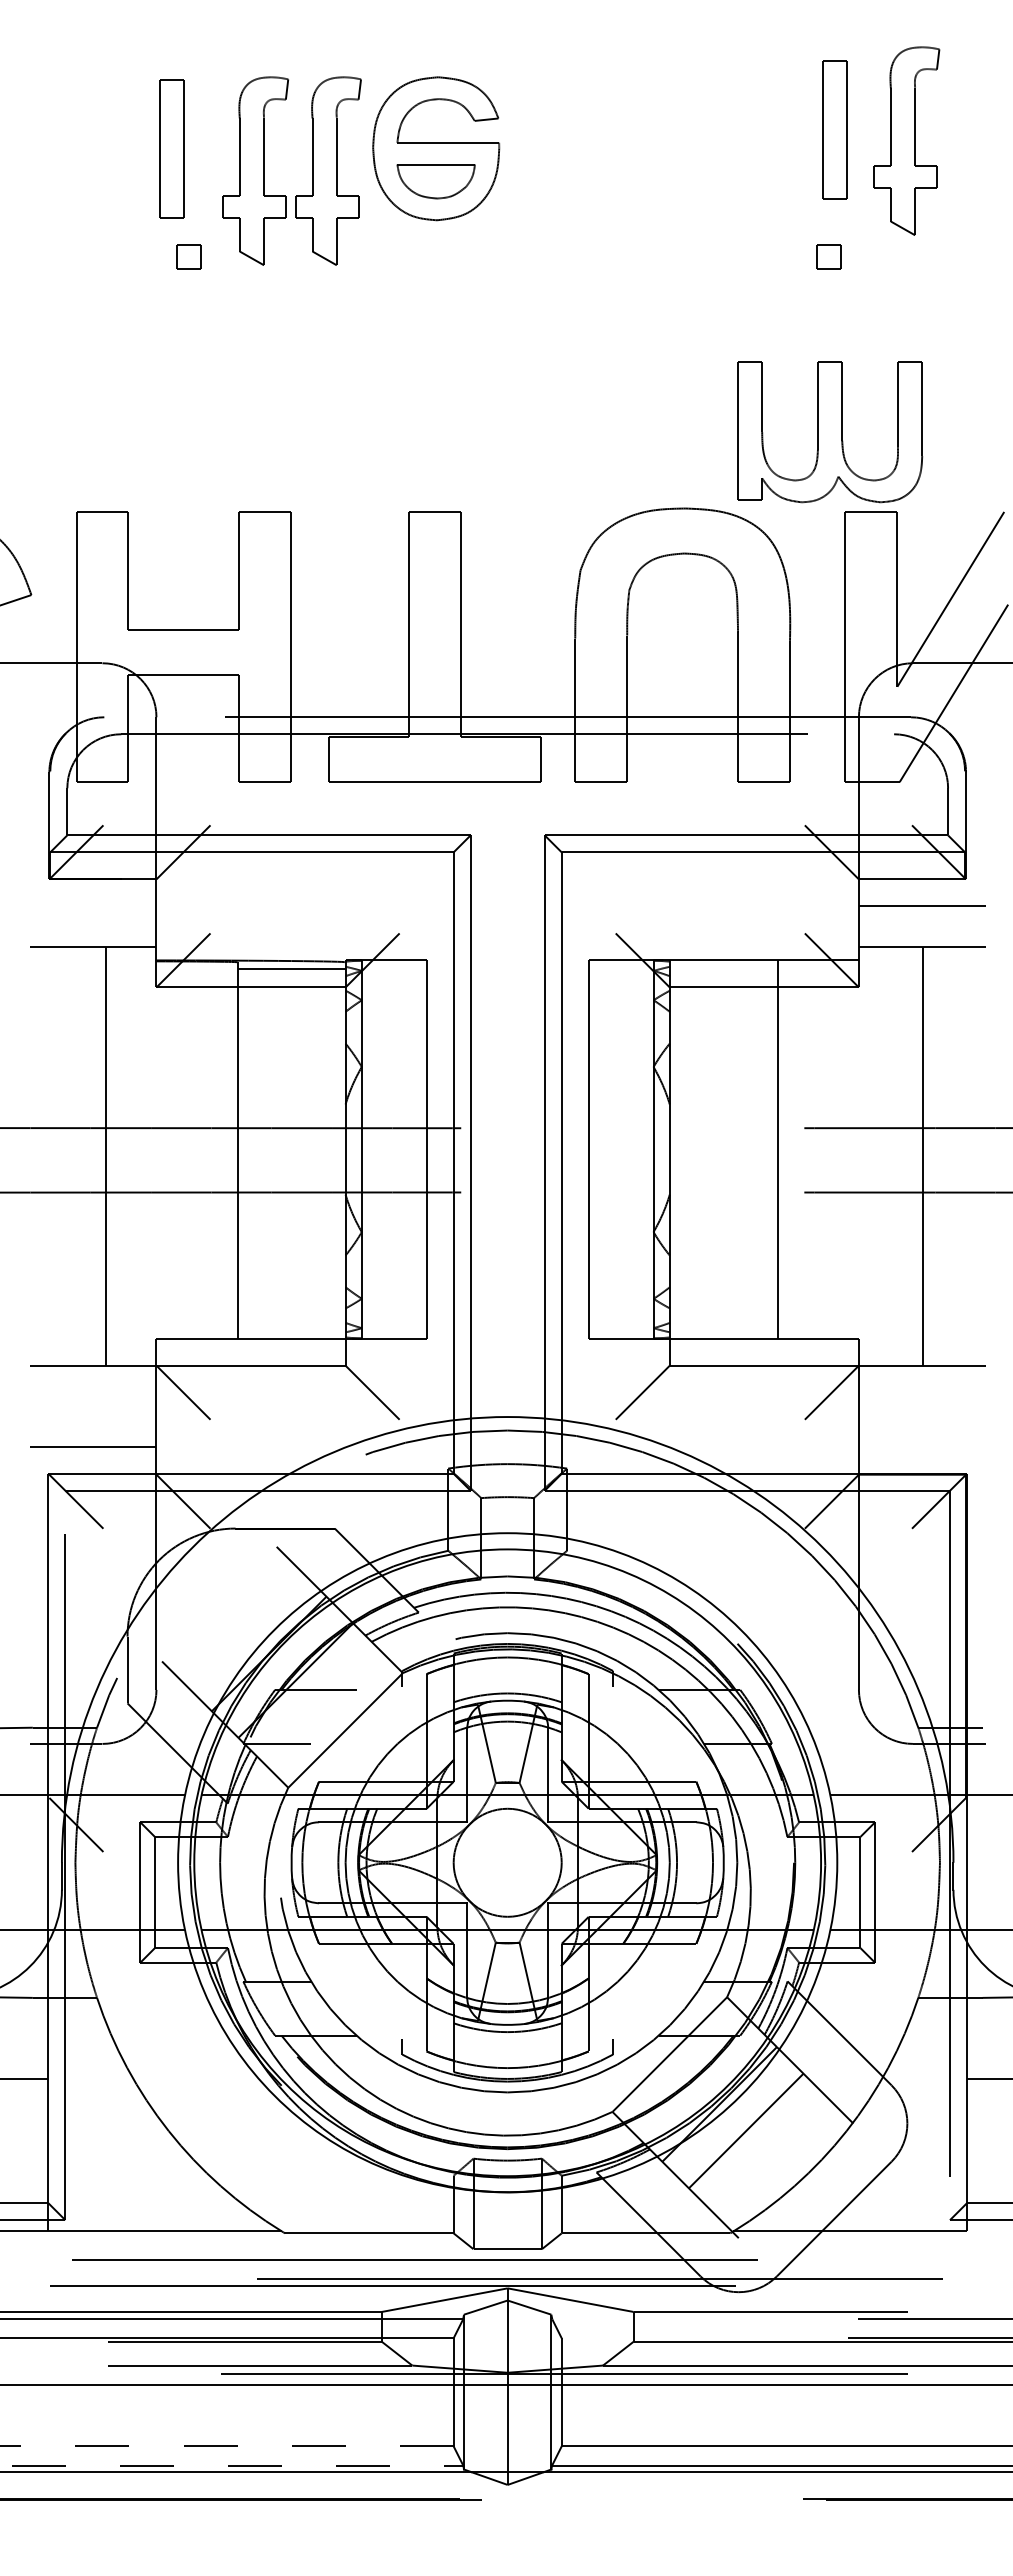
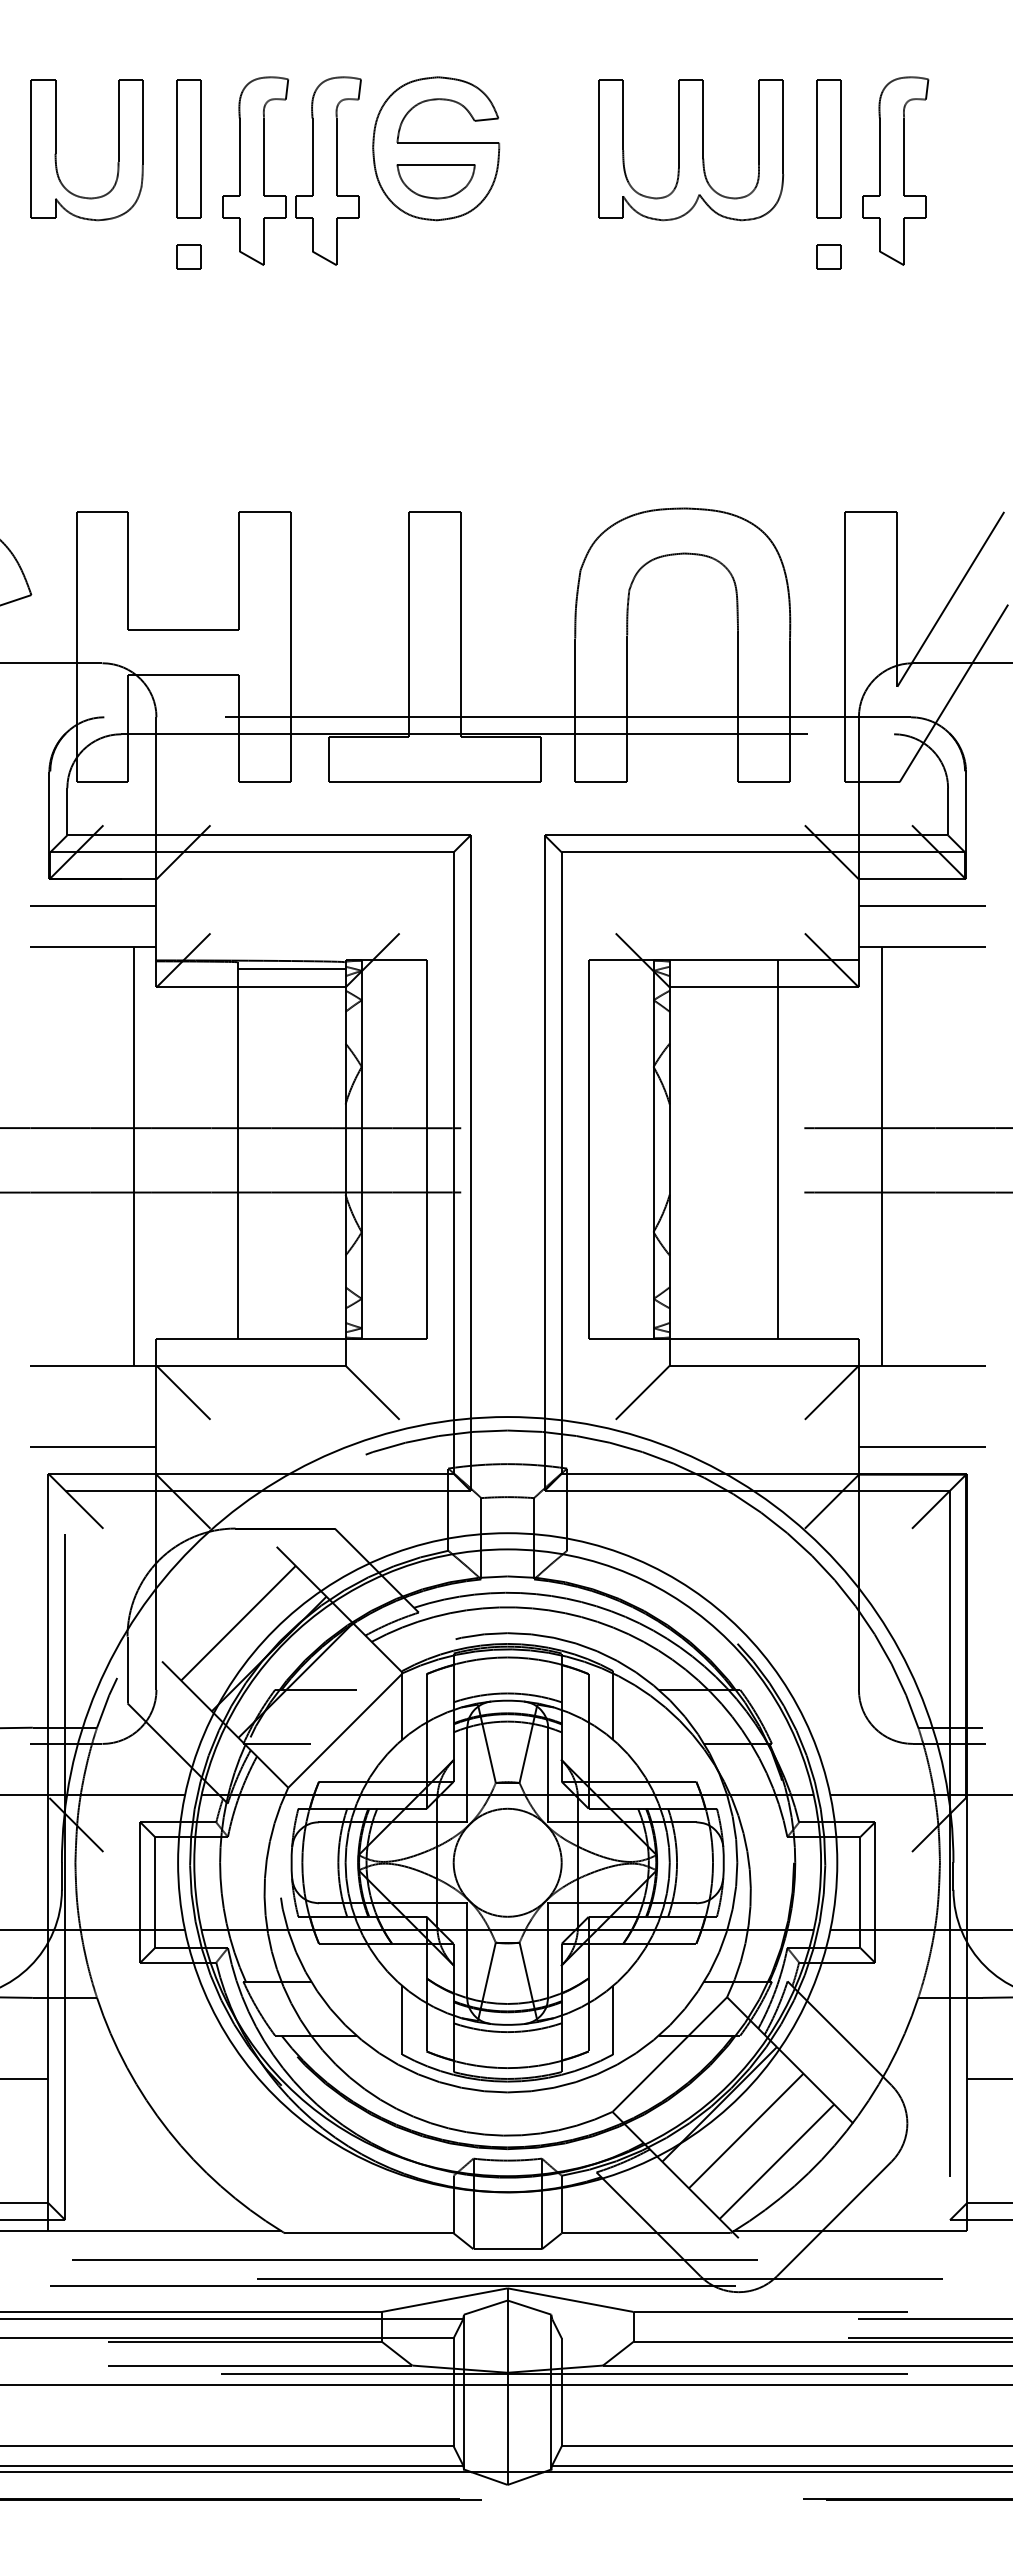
part at (834, 129) position: (834, 129) -> (828, 148)
part at (906, 140) position: (906, 140) -> (895, 170)
part at (171, 148) position: (171, 148) -> (188, 148)
part at (56, 150): none -> present
part at (830, 432) position: (830, 432) -> (691, 150)
line at (92, 906): none -> present
line at (105, 1155) position: (105, 1155) -> (133, 1155)
line at (922, 1155) position: (922, 1155) -> (881, 1155)
line at (921, 1446): none -> present
line at (238, 1622): none -> present
line at (402, 1712): none -> present
line at (613, 1712): none -> present
line at (402, 2012): none -> present
line at (613, 2012): none -> present
line at (776, 2161): none -> present
line at (226, 2446): dashed -> solid
line at (232, 2465): dashed -> solid
